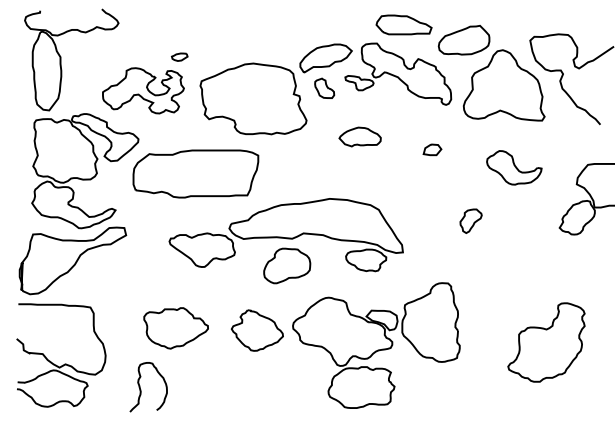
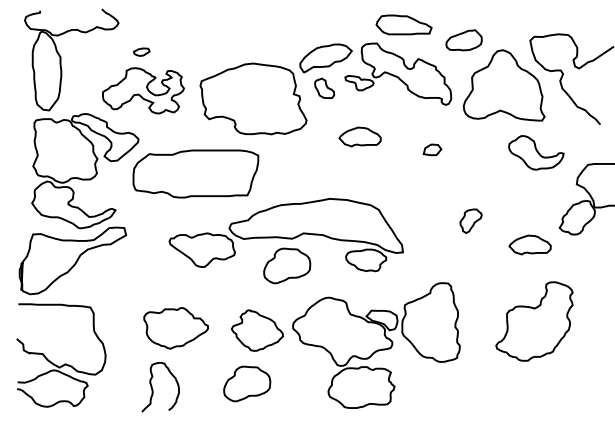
part at (463, 40) size: 54x31 px -> 38x23 px
part at (179, 56) position: (179, 56) -> (141, 51)
part at (514, 167) position: (514, 167) -> (536, 152)
part at (529, 244): none -> present
part at (546, 342) position: (546, 342) -> (534, 321)
part at (247, 383): none -> present
curve at (141, 389) position: (141, 389) -> (153, 389)
